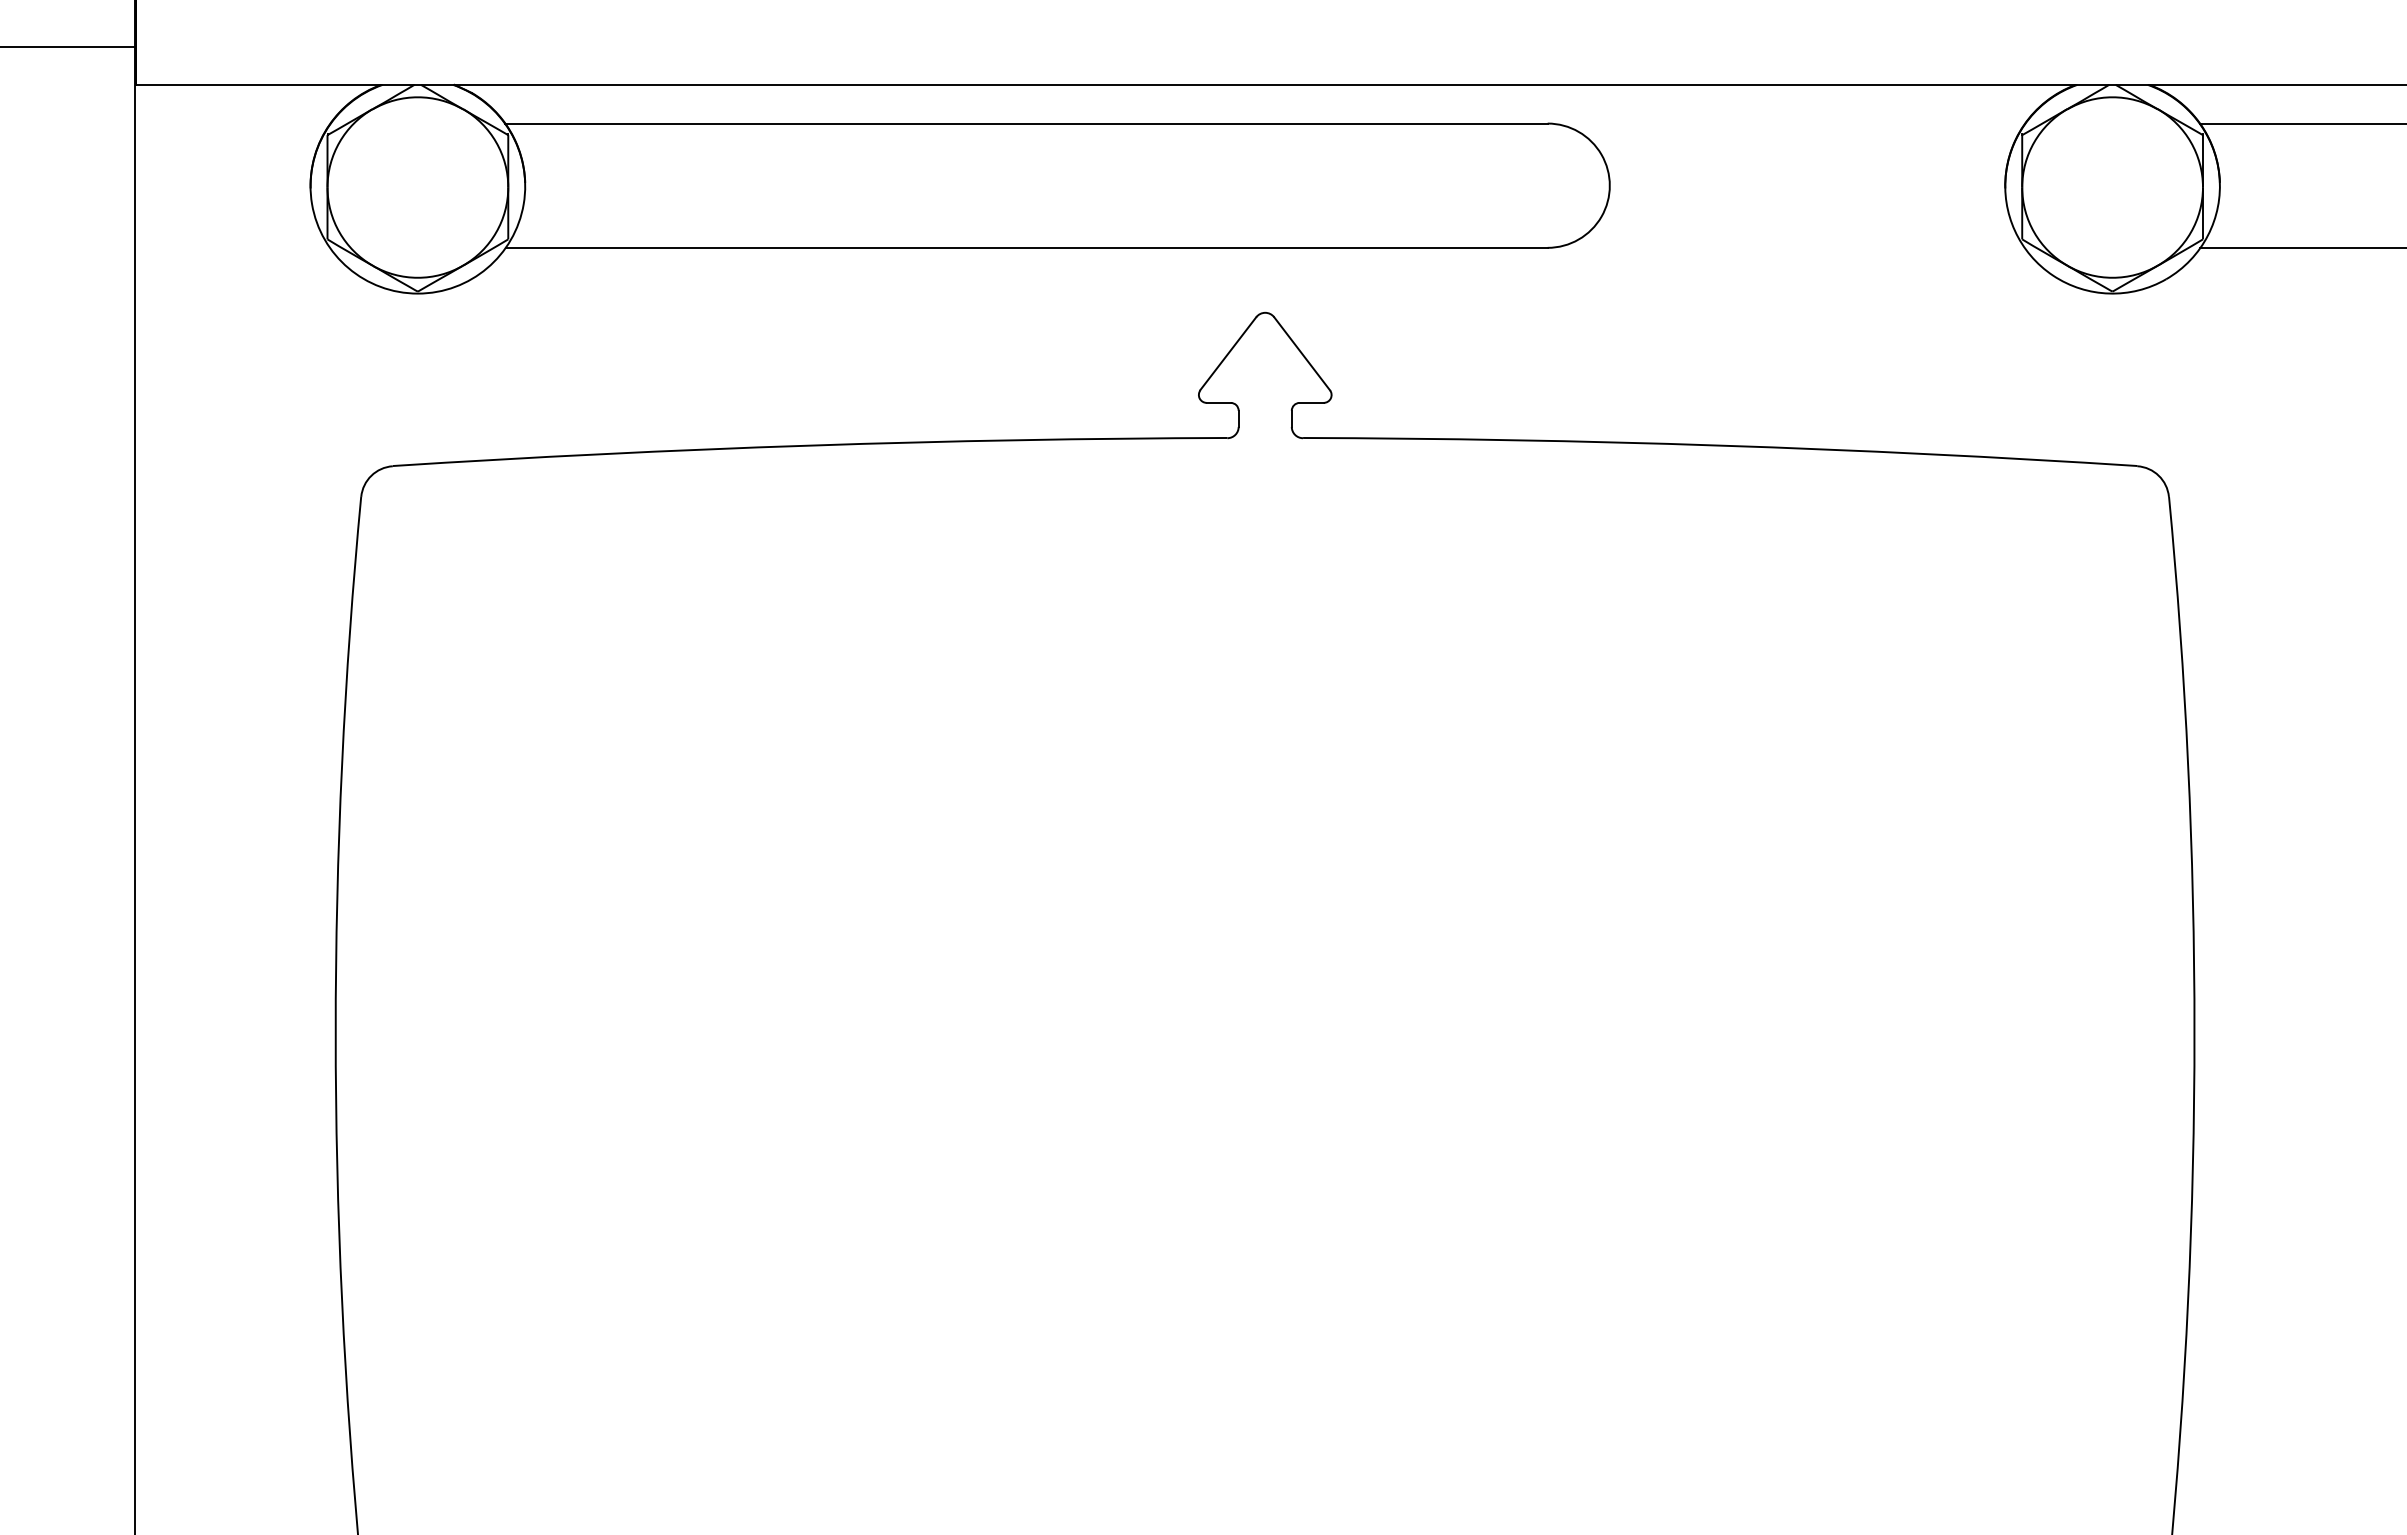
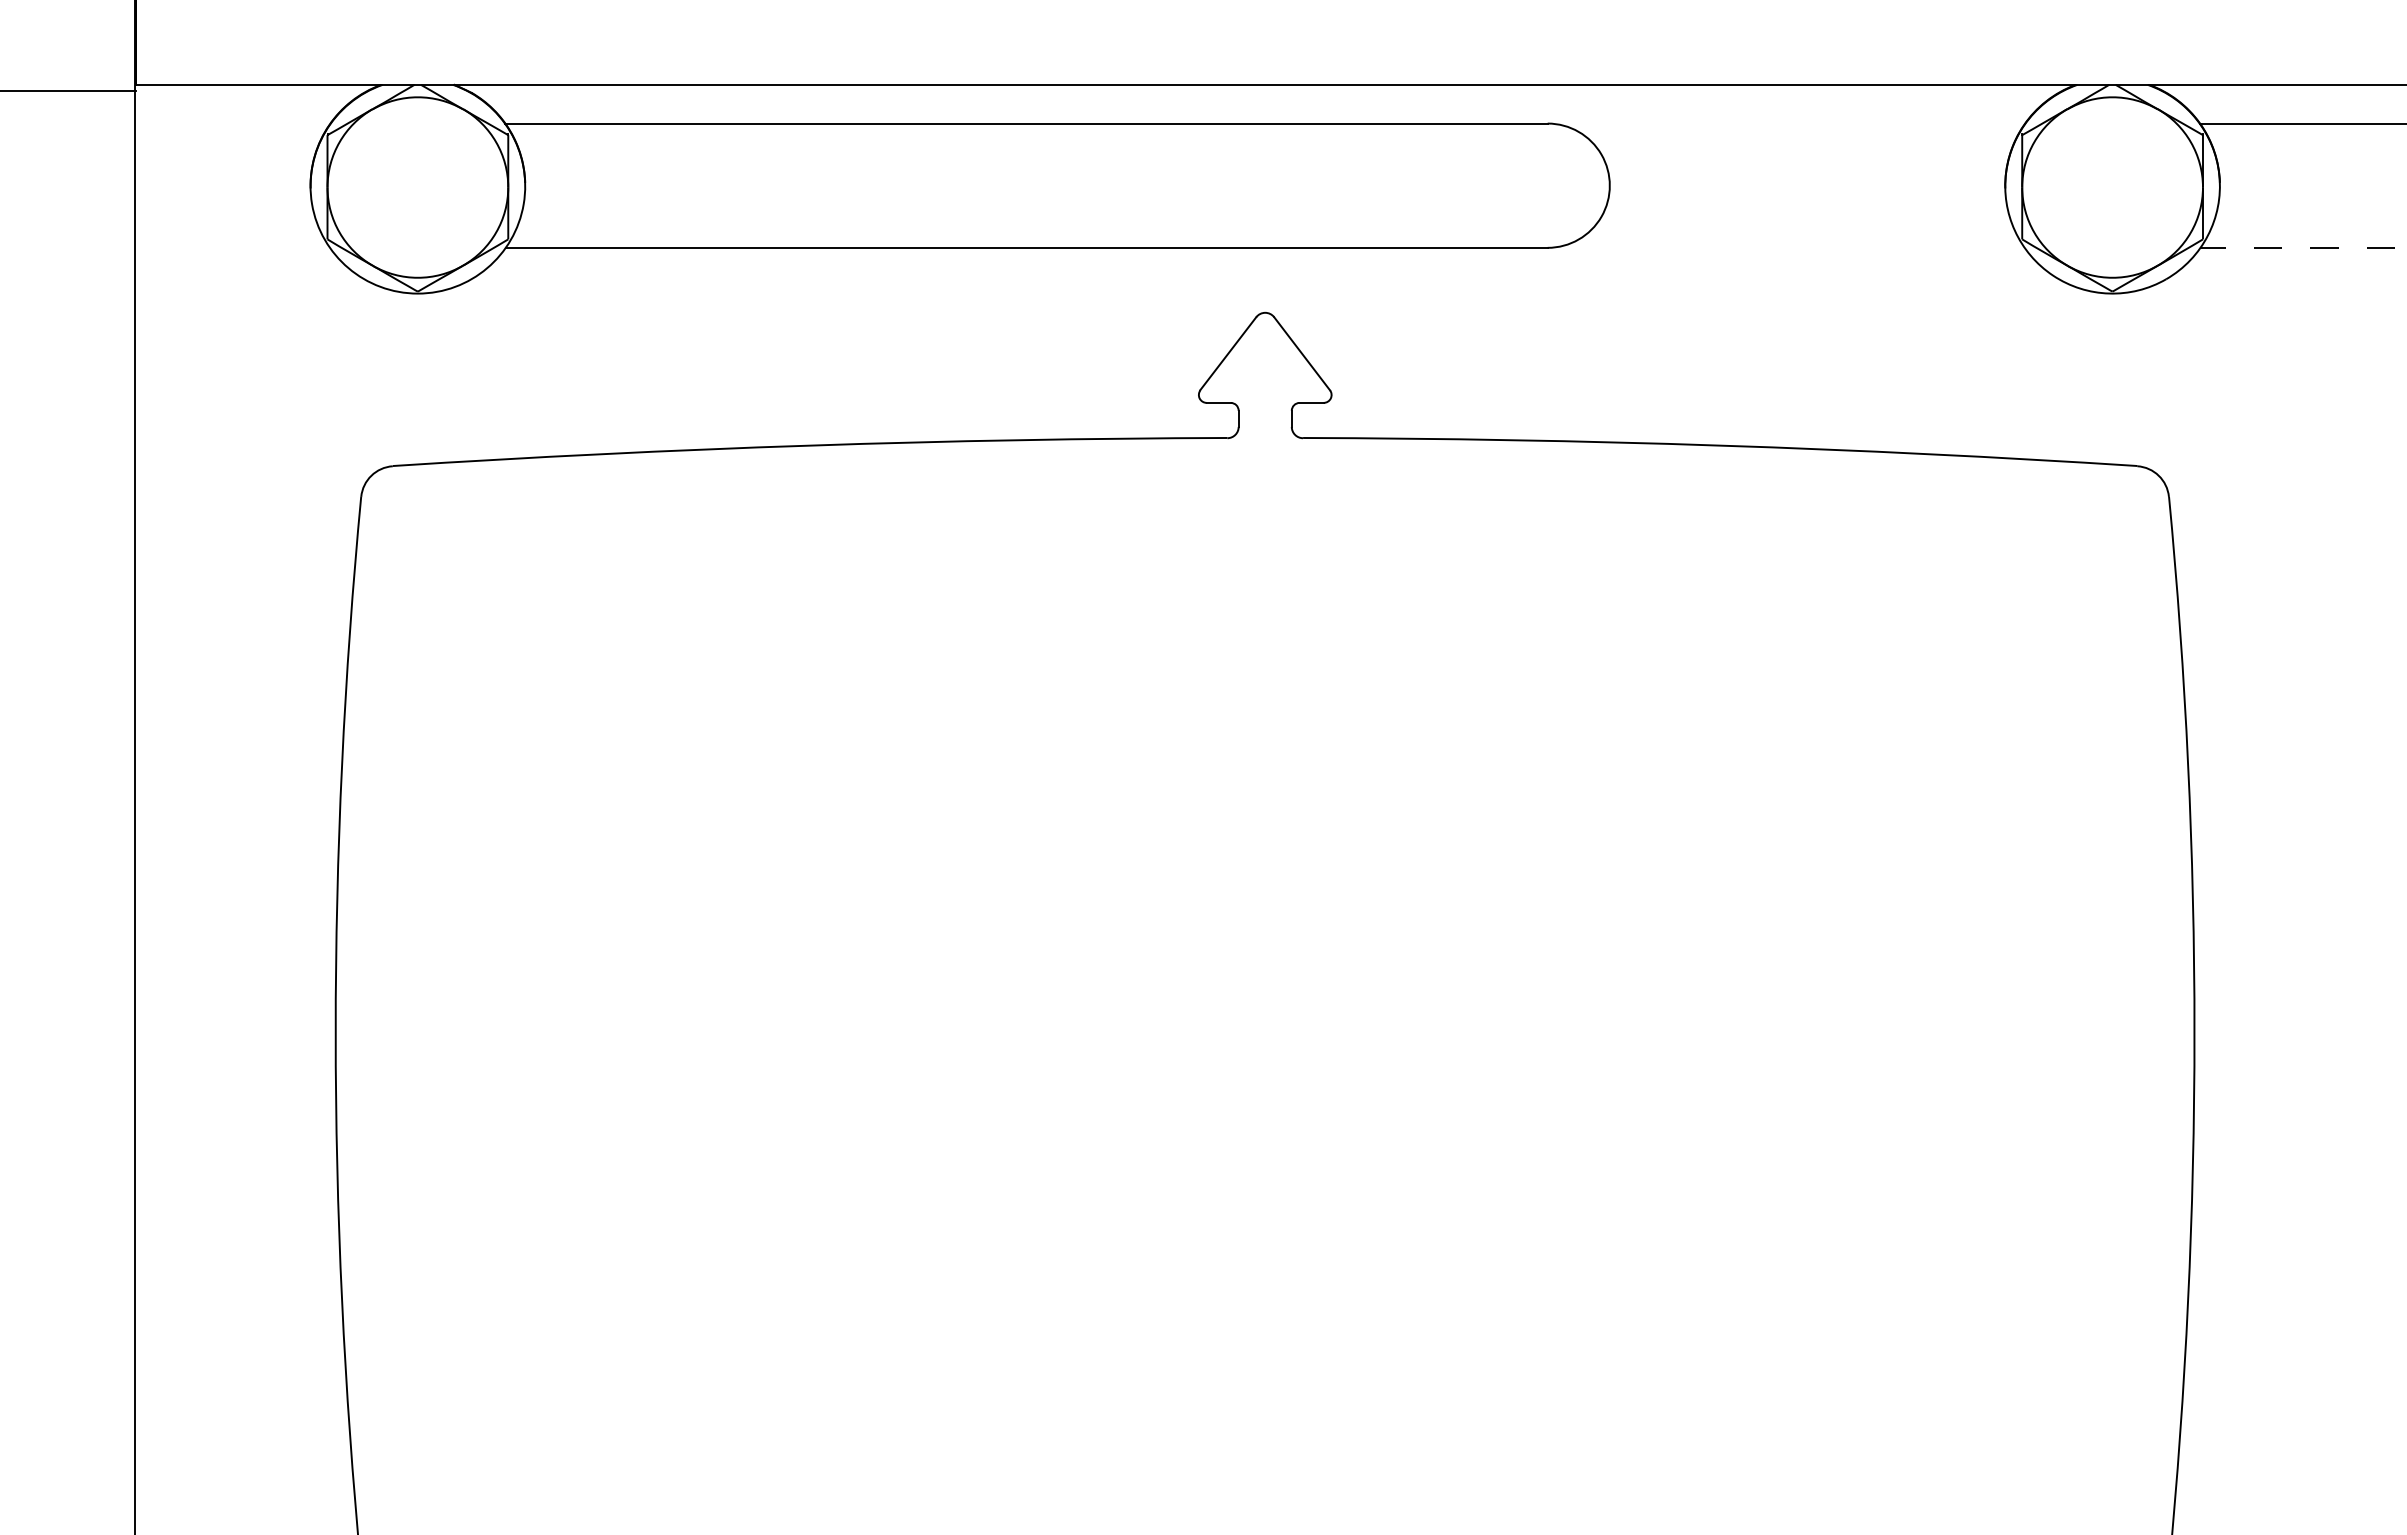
line at (68, 47) position: (68, 47) -> (68, 91)
line at (2303, 247): solid -> dashed
